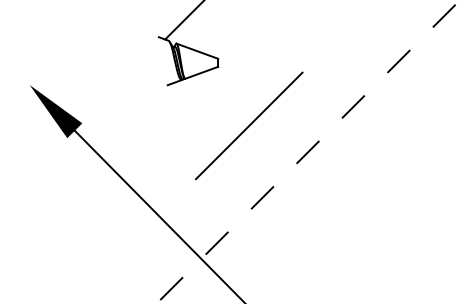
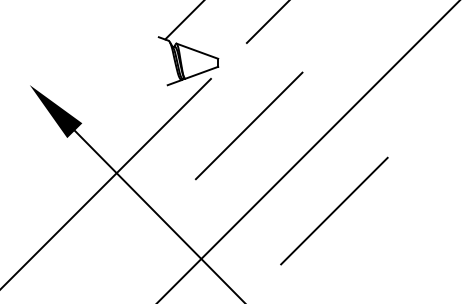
line at (266, 22): none -> present
line at (308, 151): dashed -> solid
line at (106, 182): none -> present
line at (334, 210): none -> present
